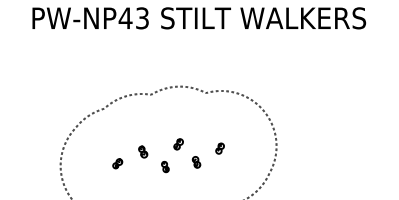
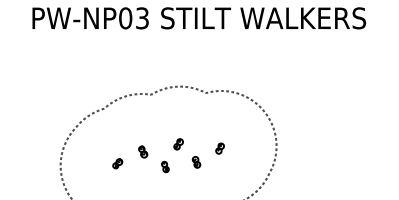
text at (125, 18): PW-NP43 -> PW-NP03
